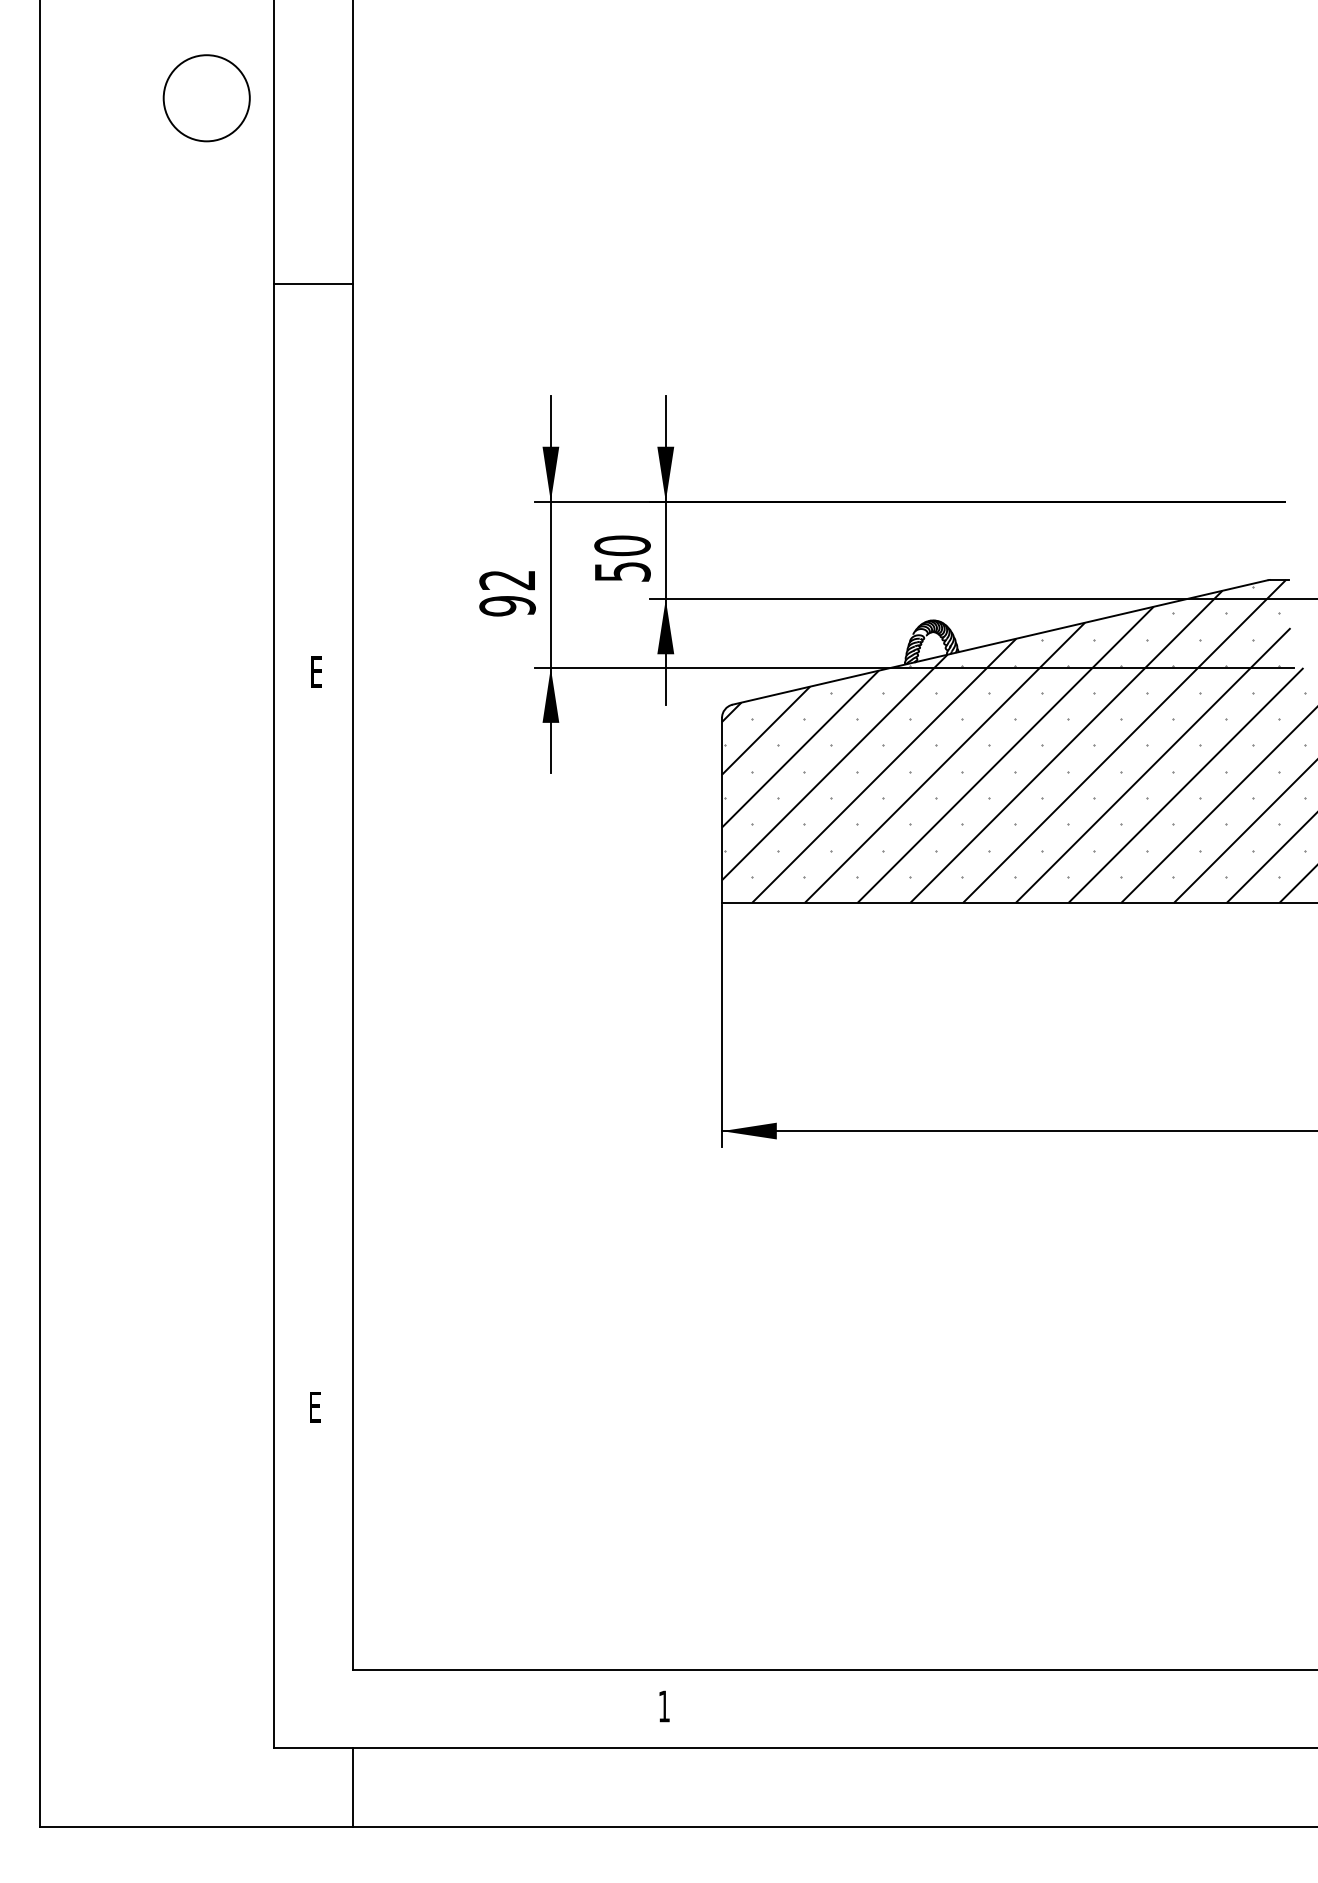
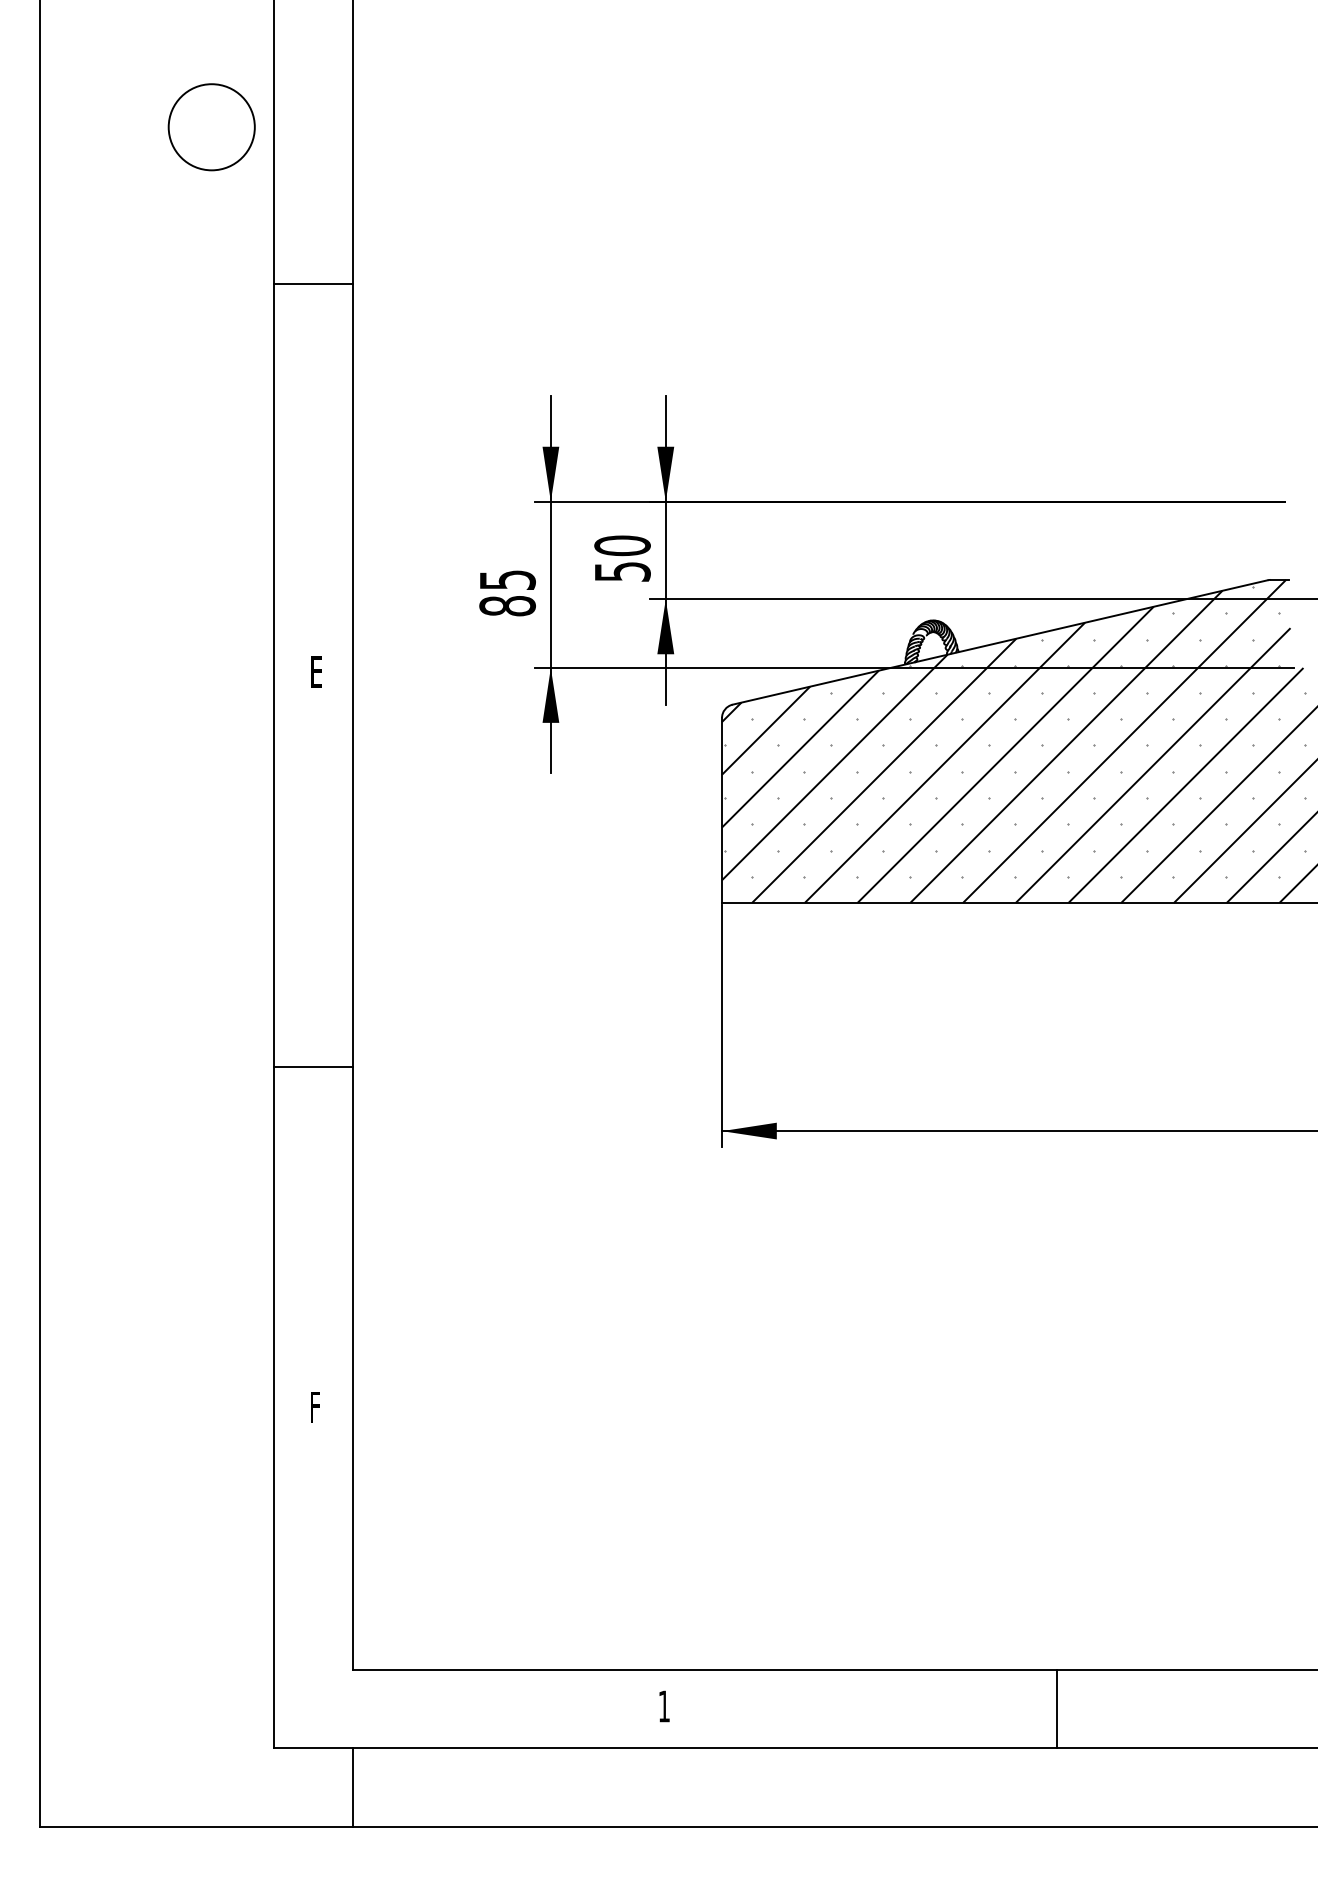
circle at (206, 98) position: (206, 98) -> (211, 127)
text at (507, 593): 92 -> 85
line at (313, 1066): none -> present
text at (315, 1407): E -> F
line at (1057, 1708): none -> present
